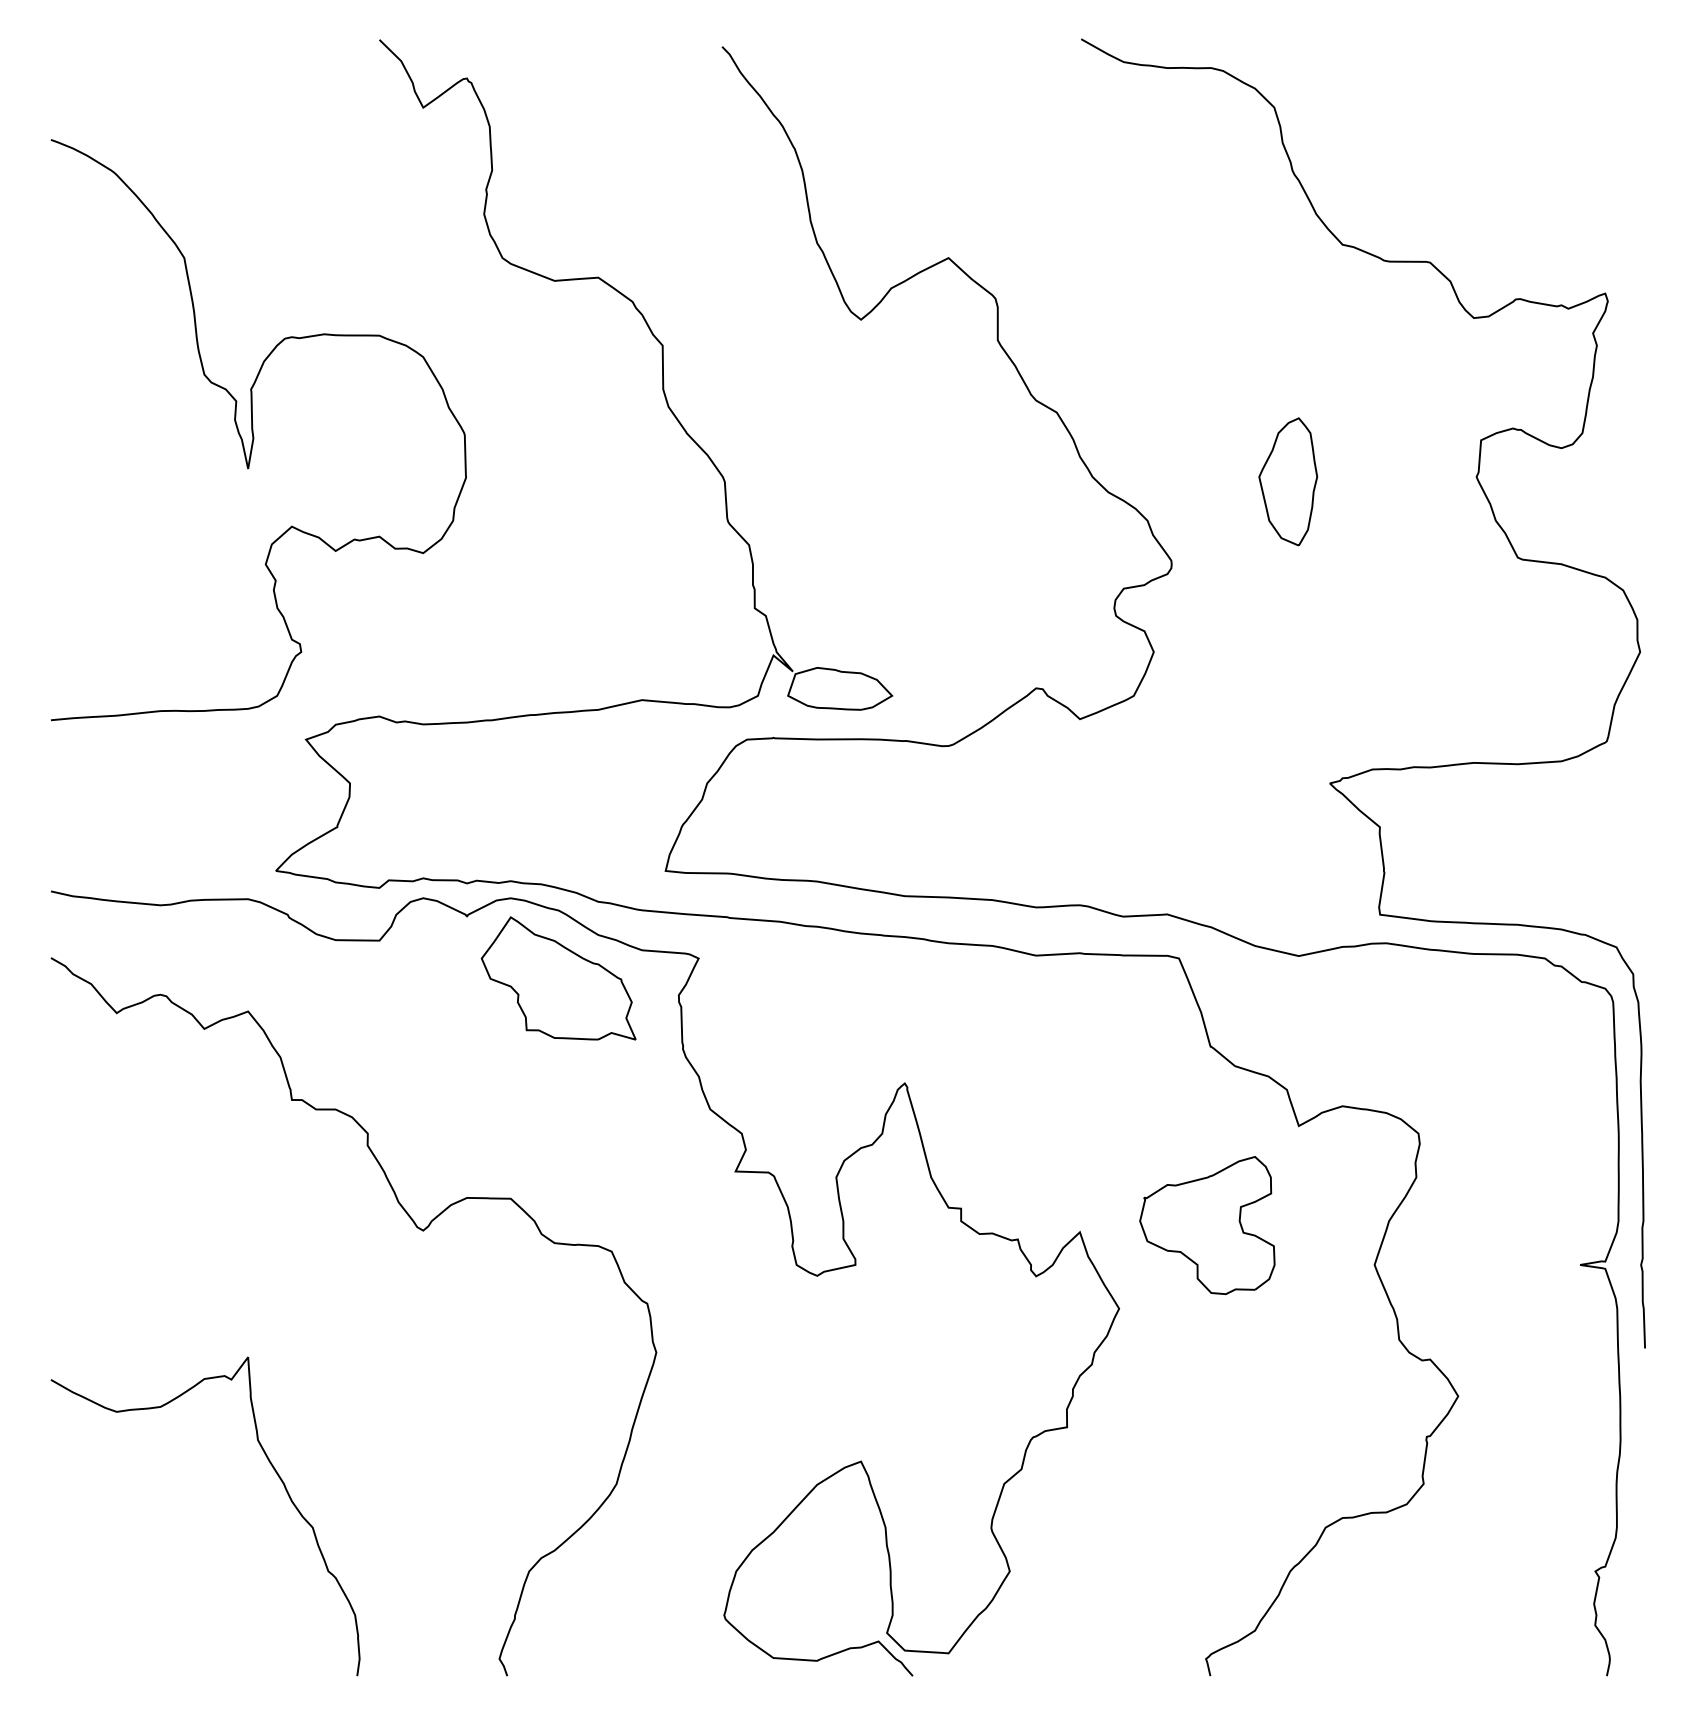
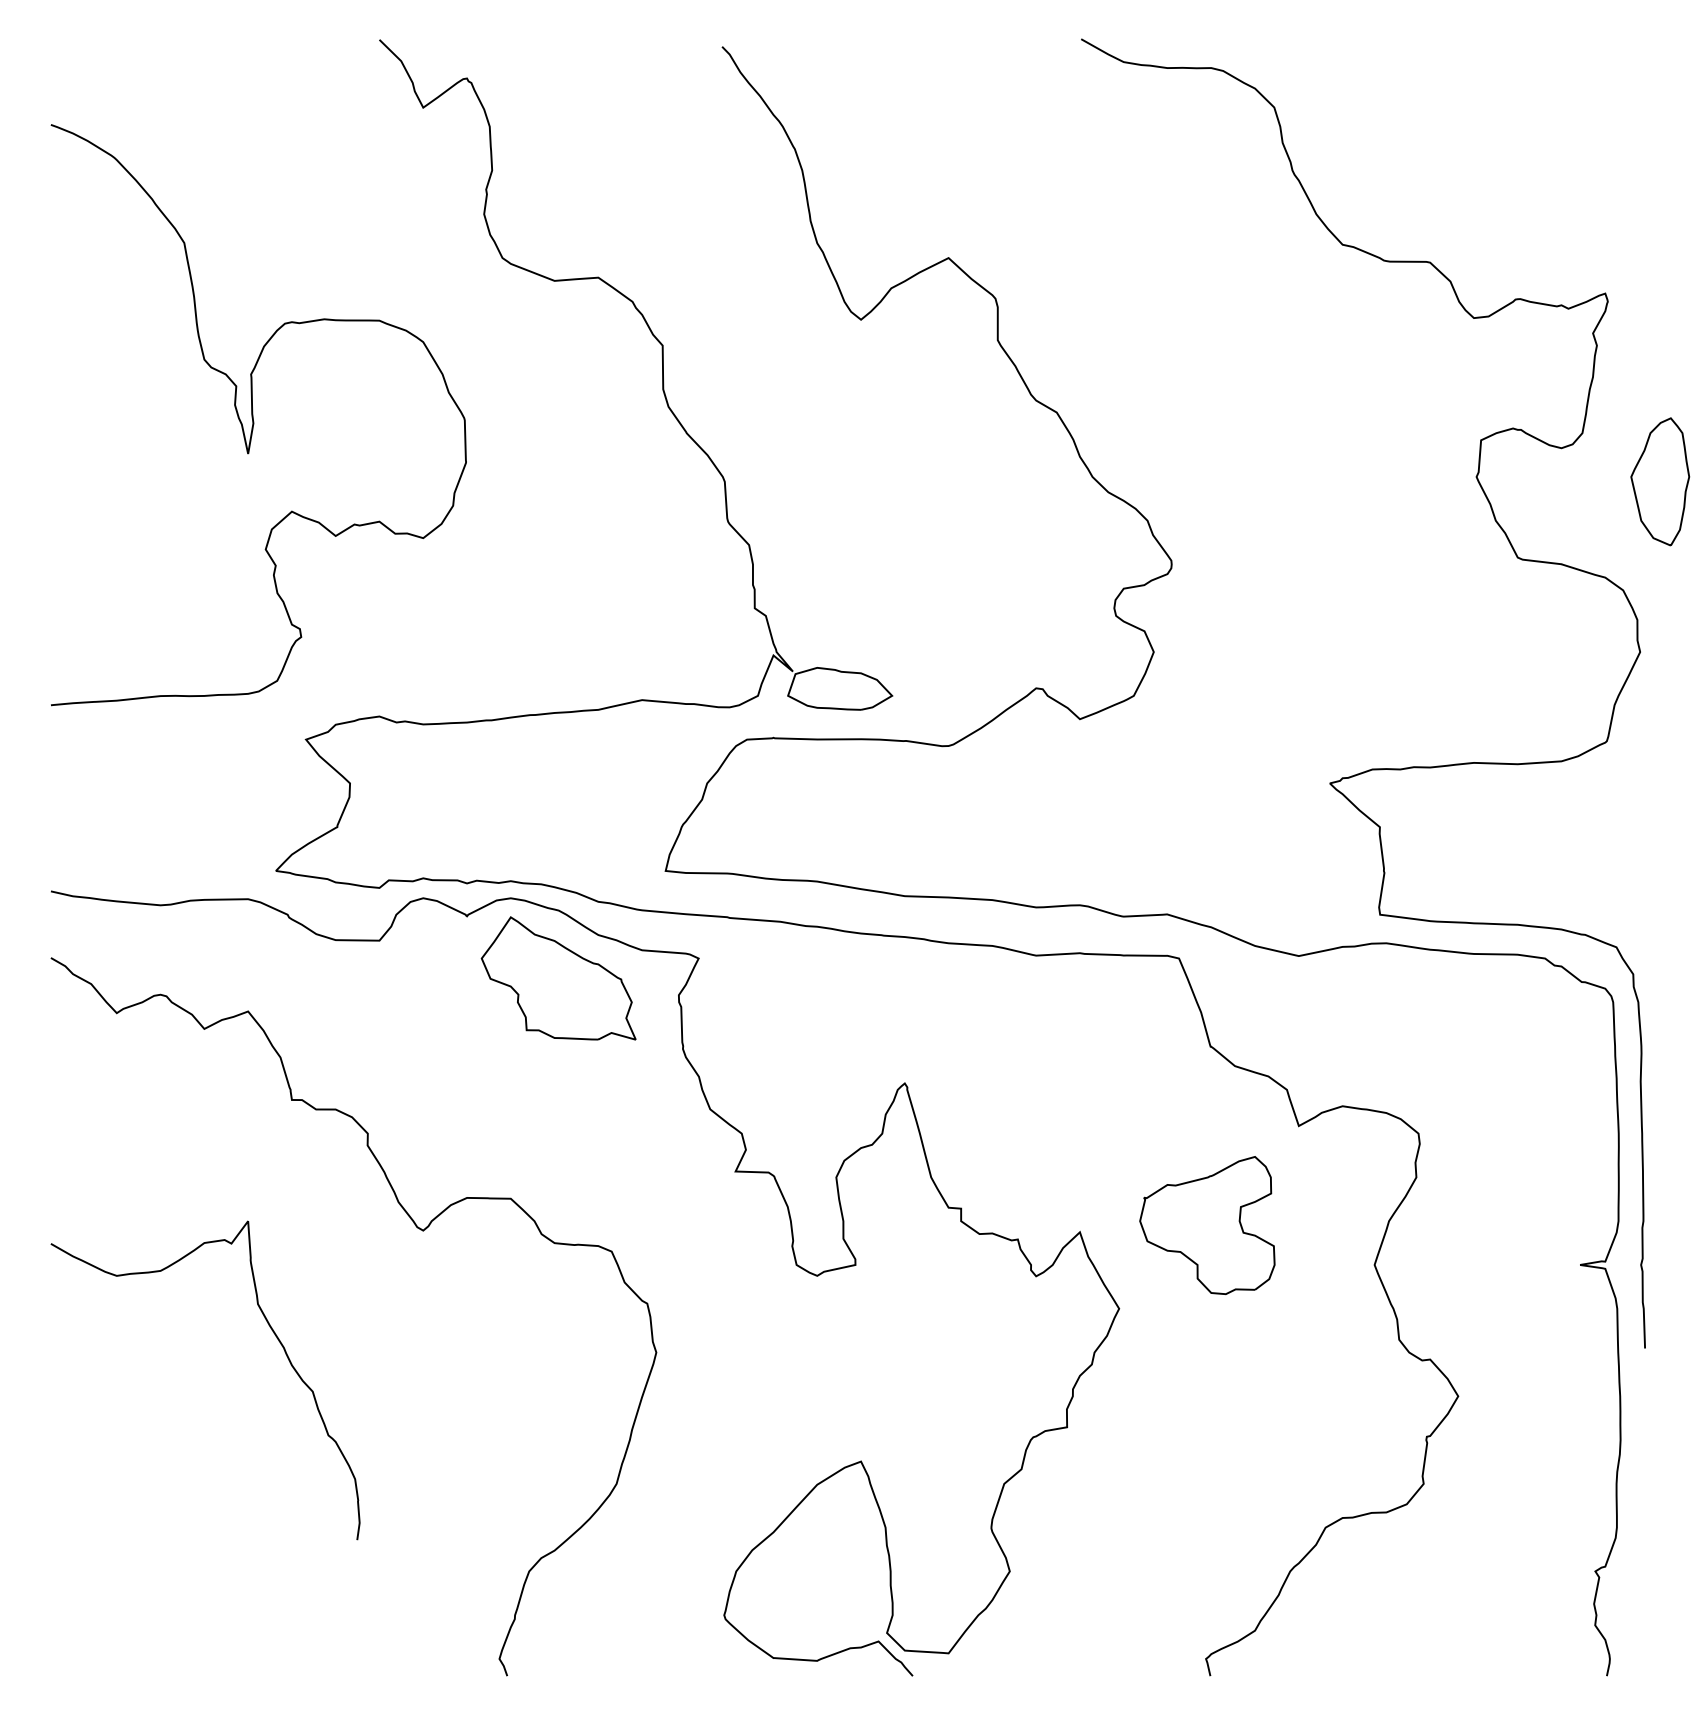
curve at (253, 430) position: (253, 430) -> (253, 415)
part at (1288, 481) position: (1288, 481) -> (1660, 481)
curve at (276, 1474) position: (276, 1474) -> (276, 1338)
